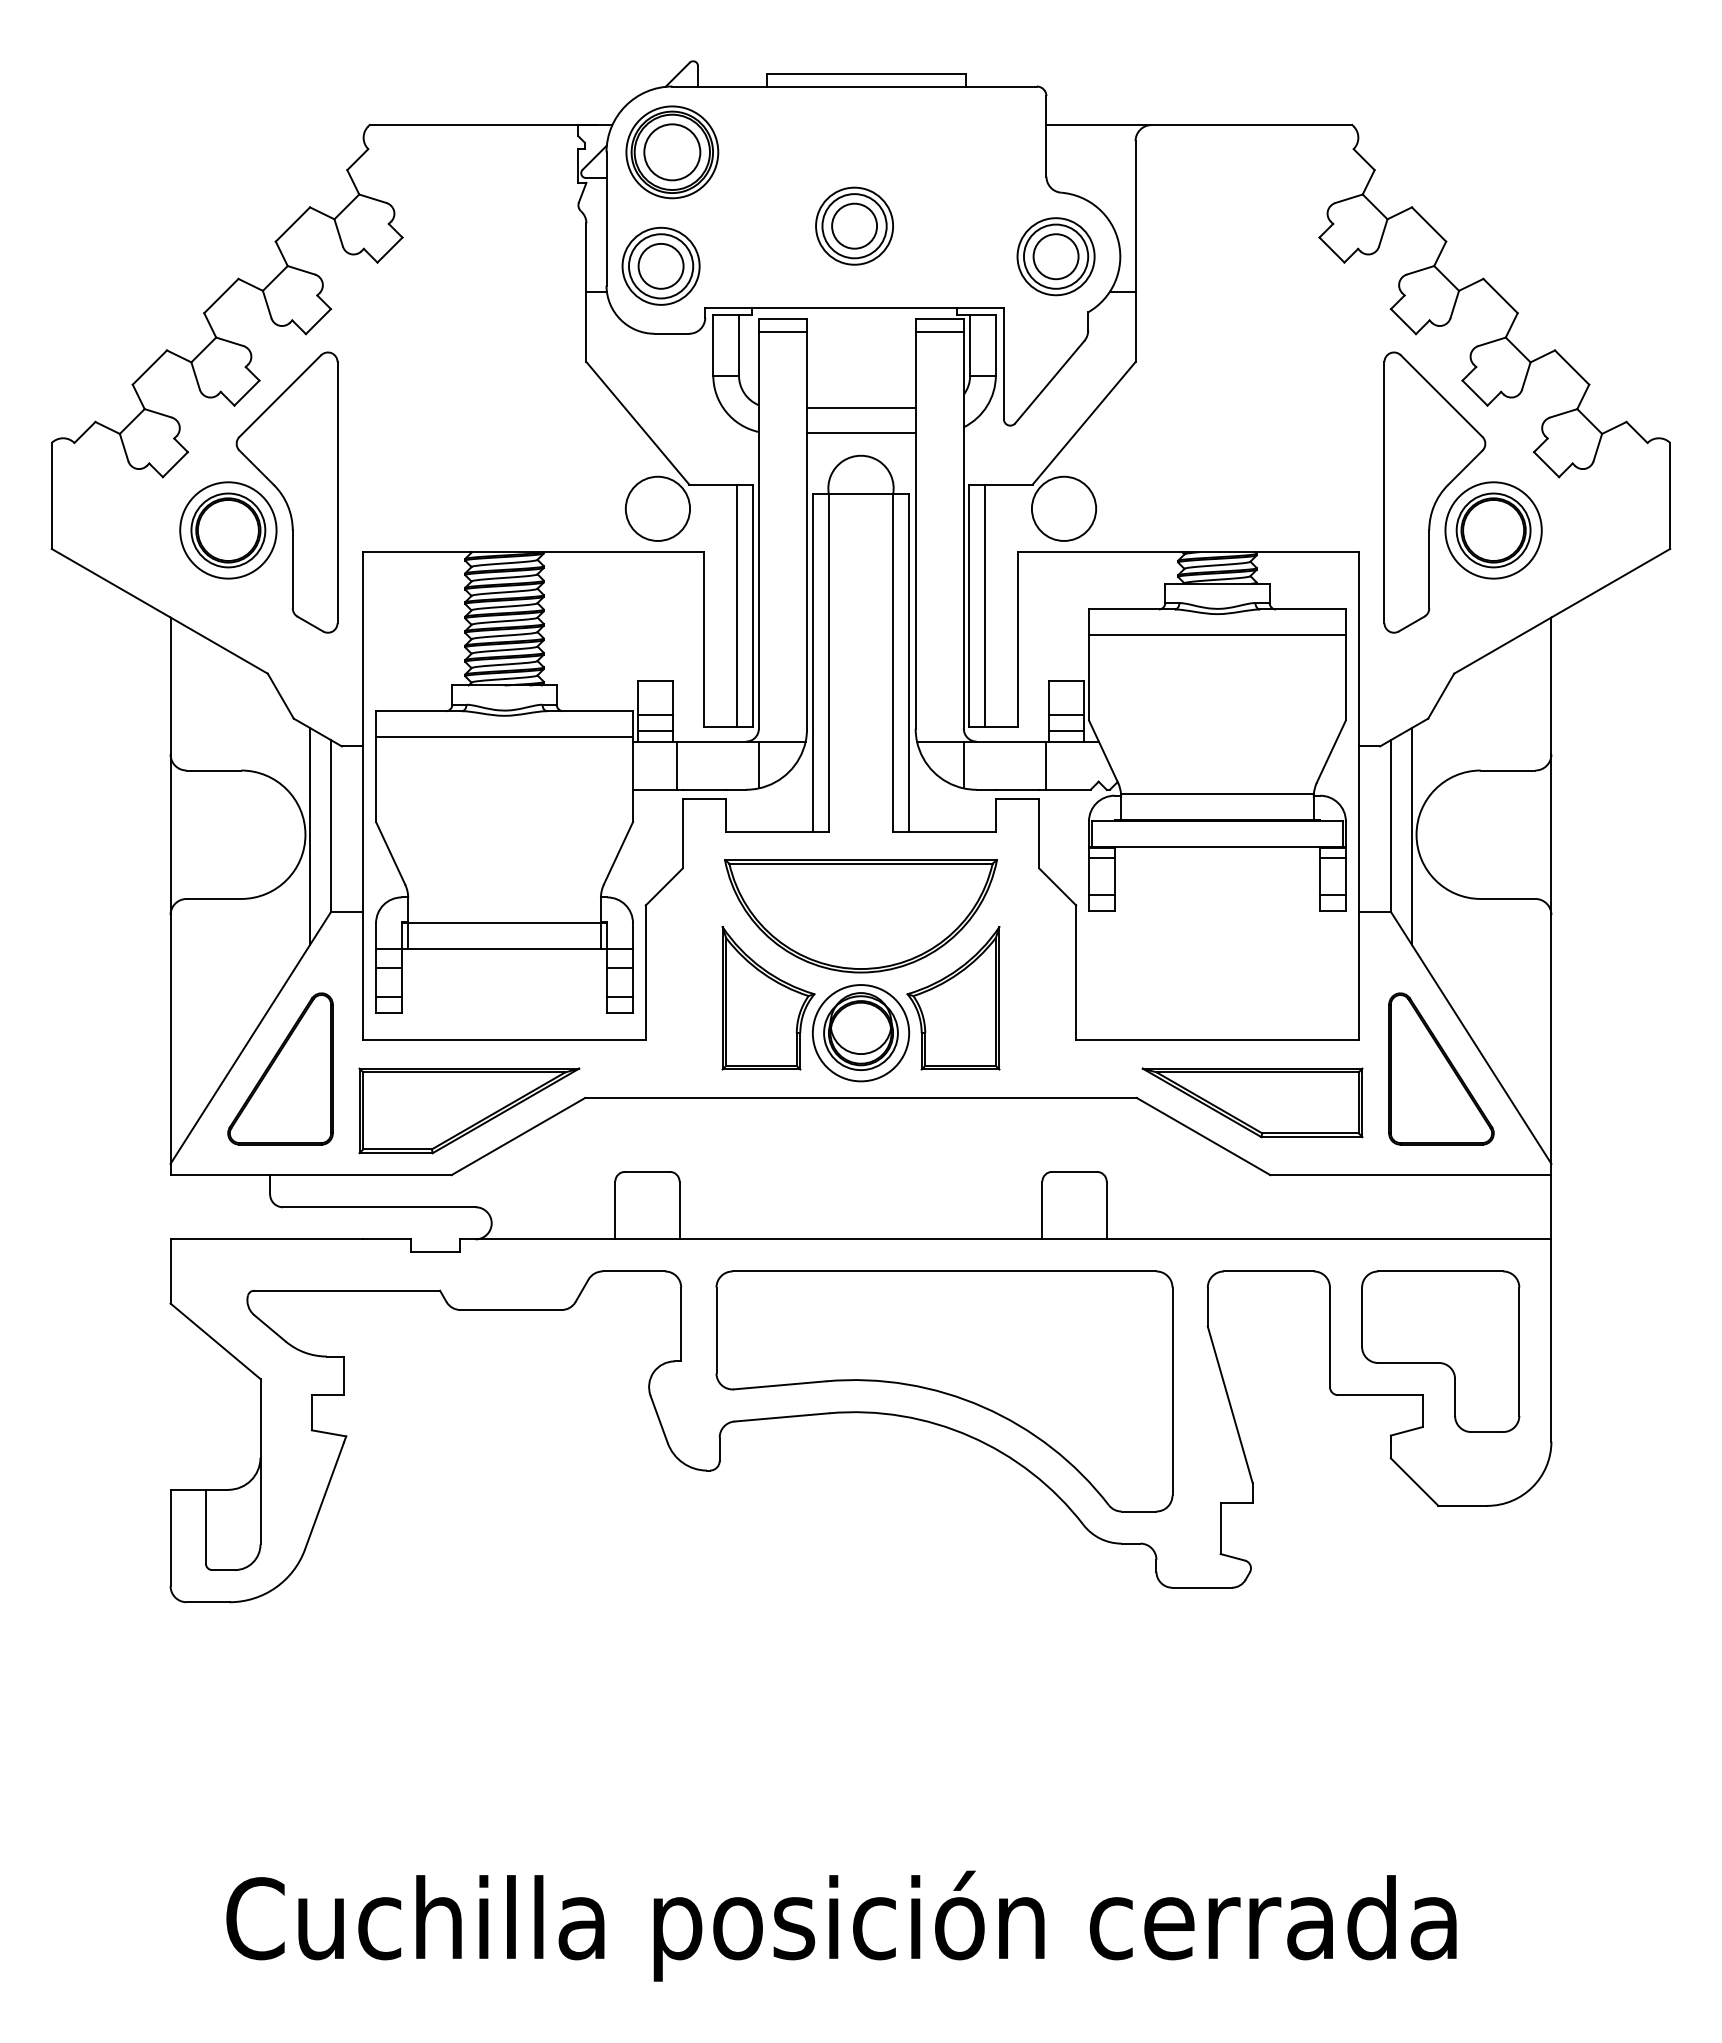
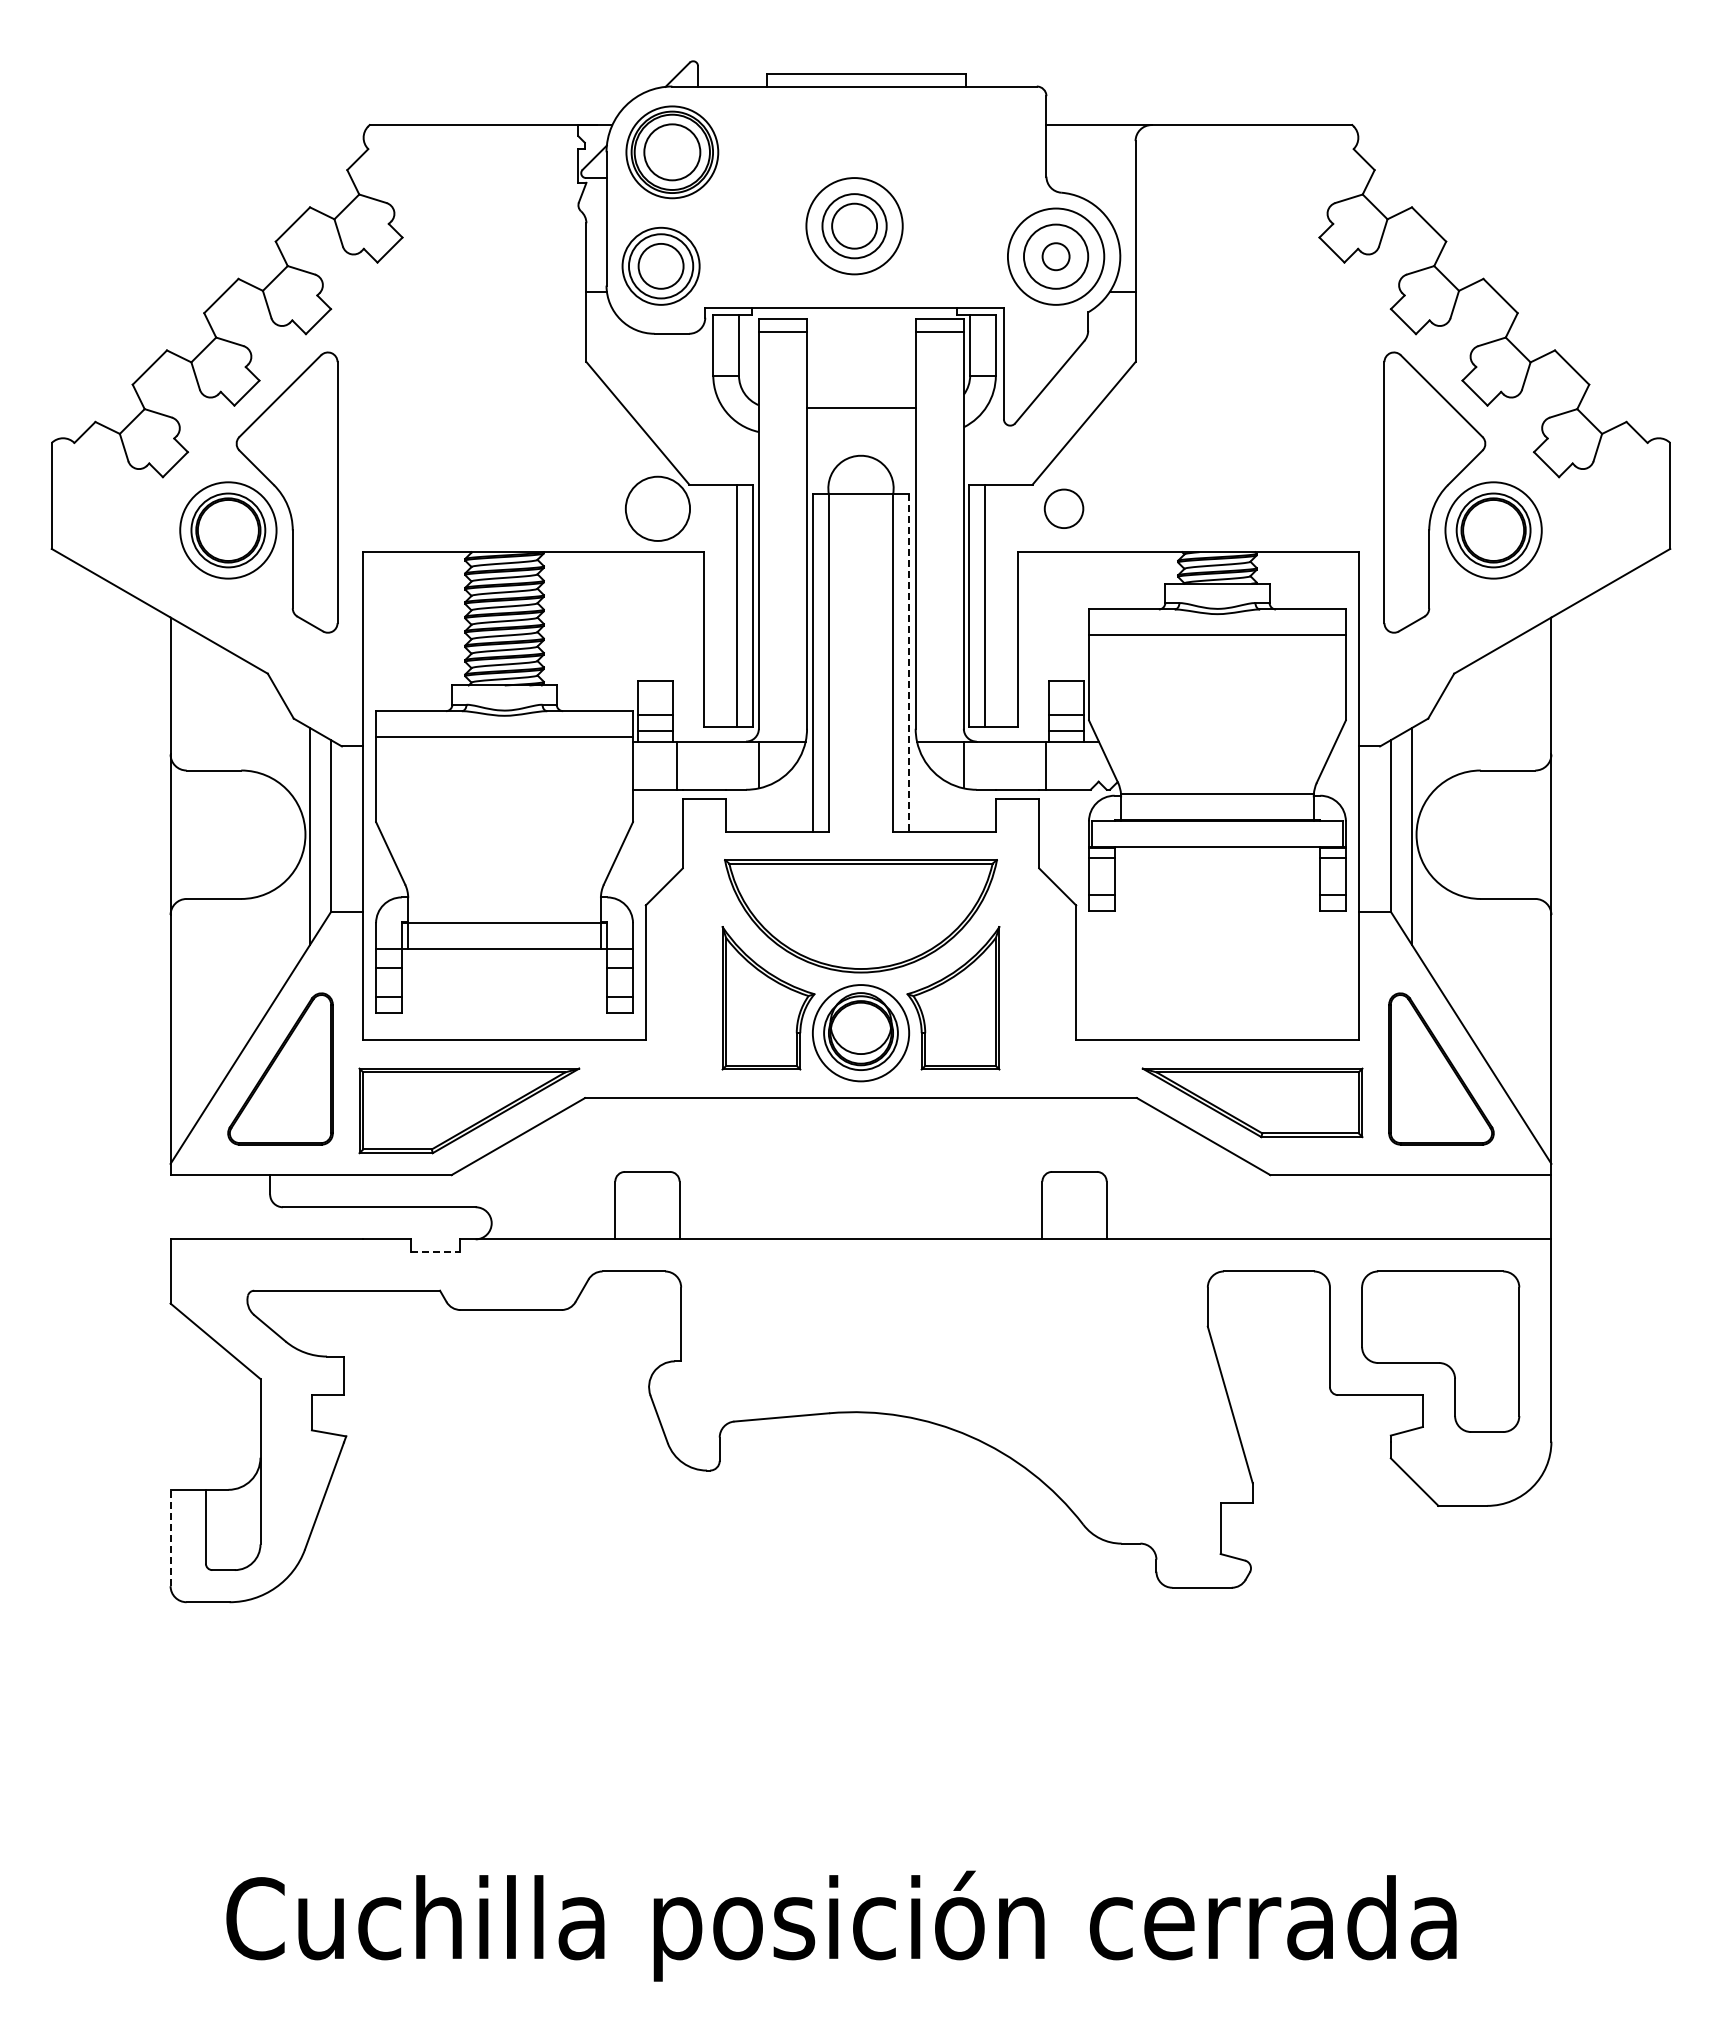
circle at (854, 225) diameter: 77 px -> 96 px
circle at (1055, 256) diameter: 45 px -> 27 px
circle at (1055, 256) diameter: 77 px -> 96 px
line at (861, 433): present -> none
circle at (1063, 508) diameter: 64 px -> 39 px
line at (909, 662): solid -> dashed
line at (436, 1252): solid -> dashed
part at (944, 1391): present -> none
line at (170, 1537): solid -> dashed
